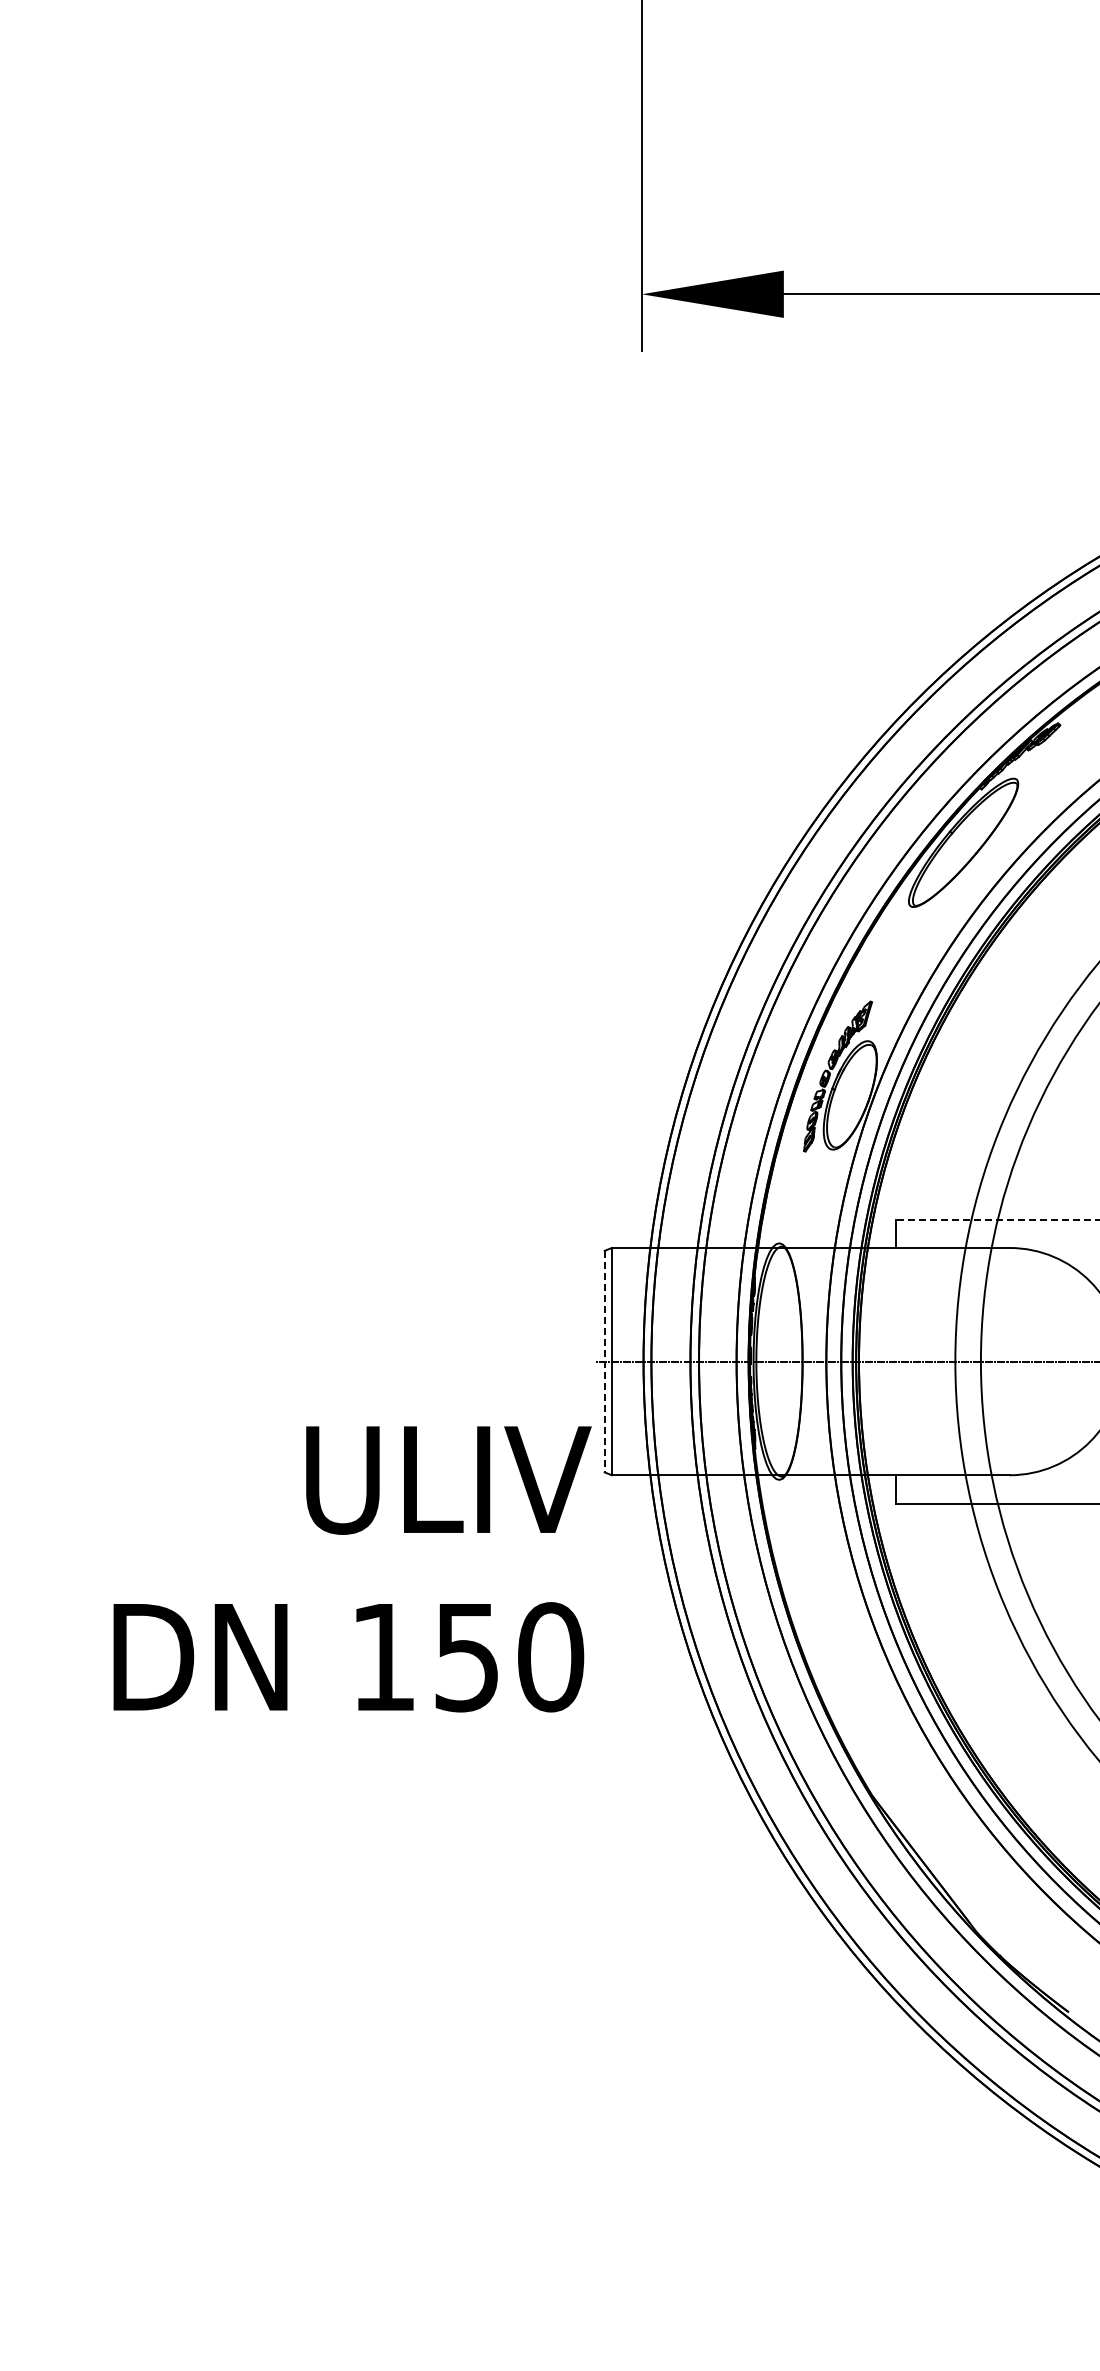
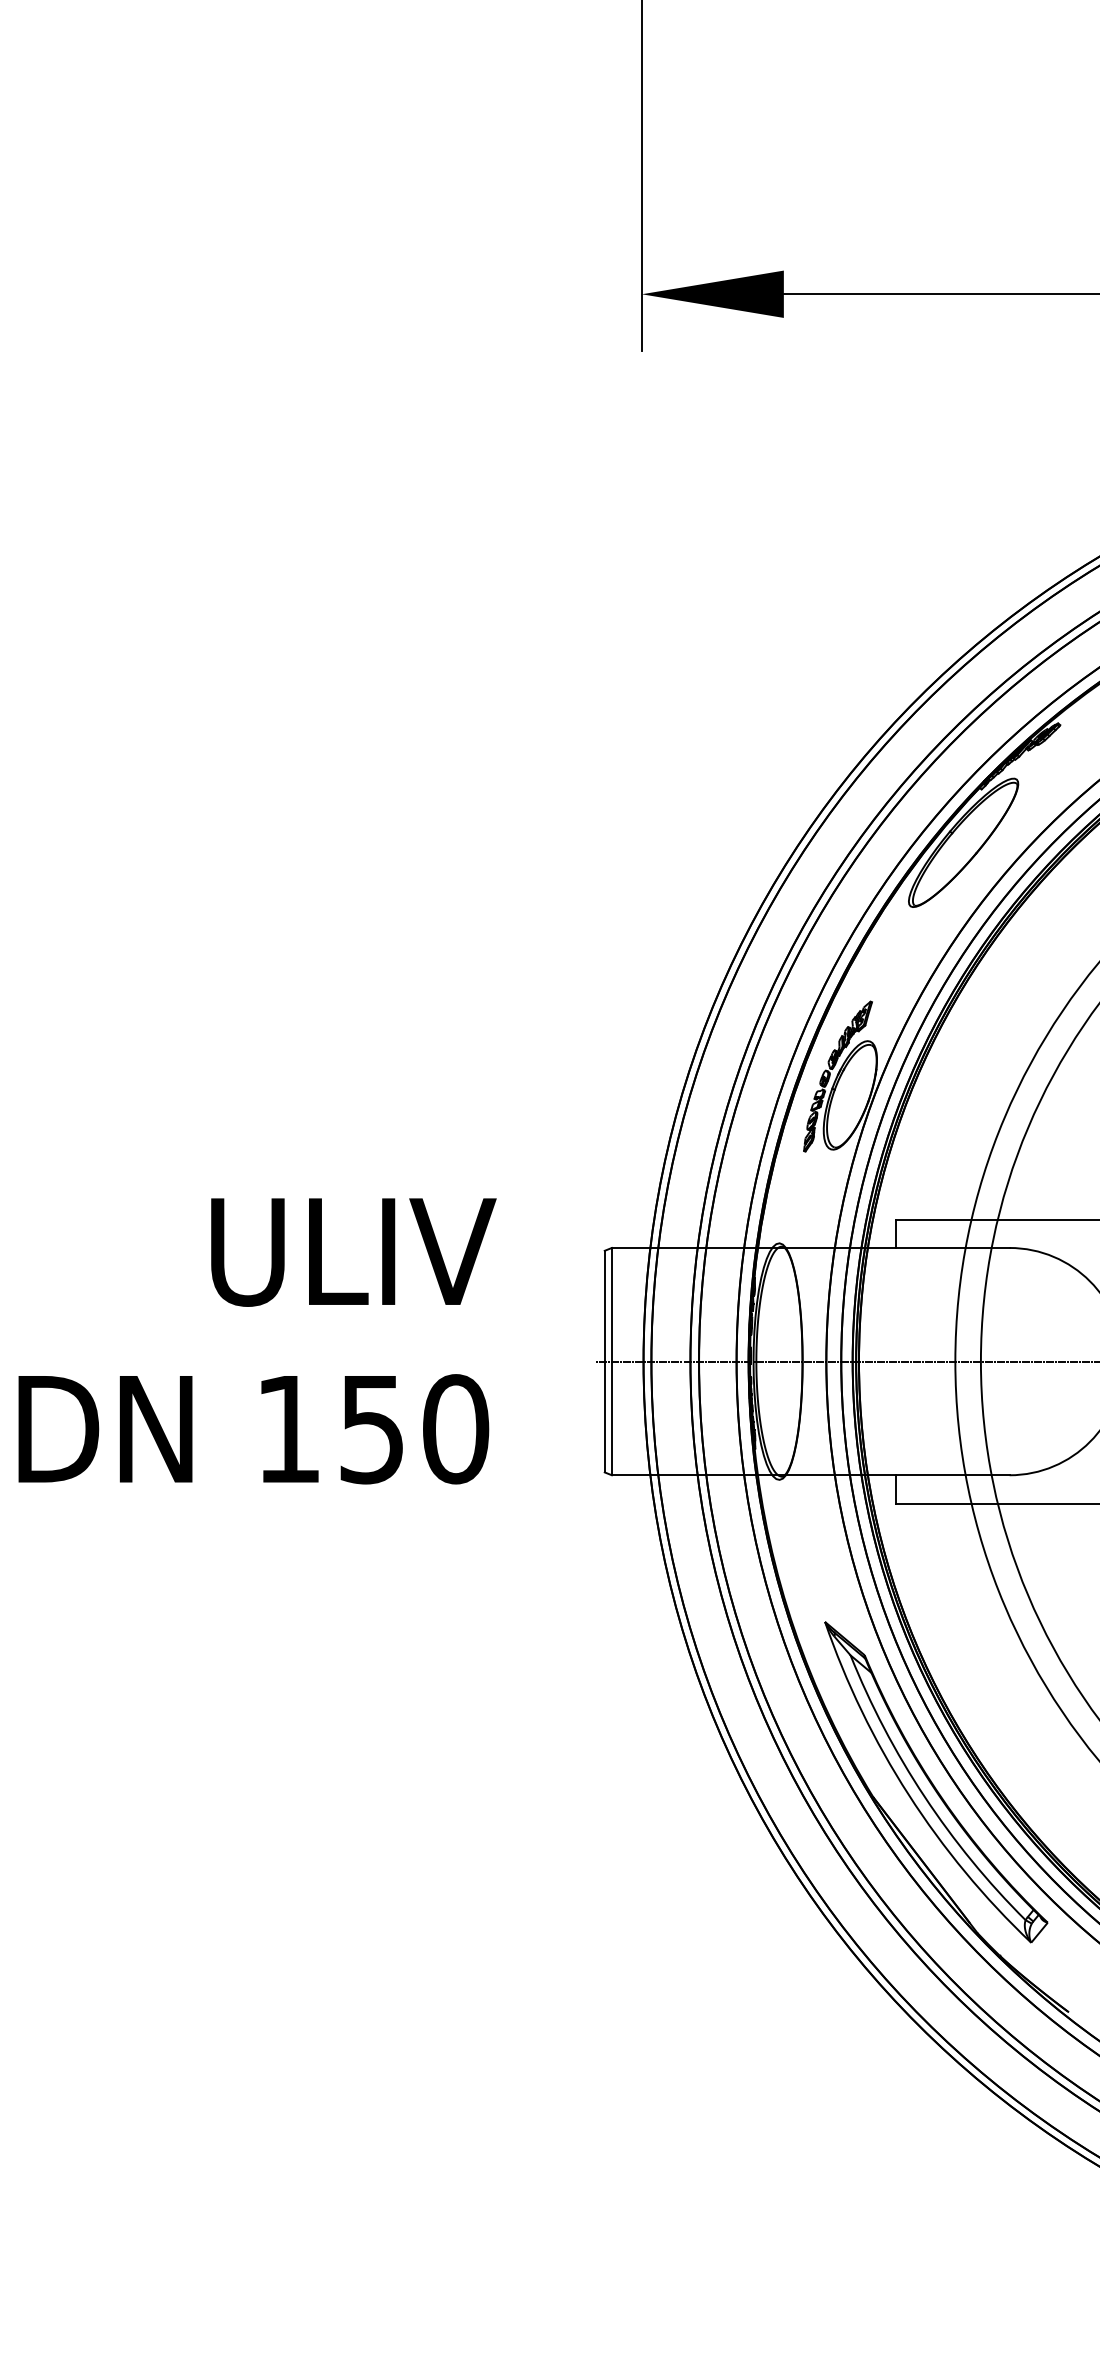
line at (997, 1219): dashed -> solid
line at (604, 1361): dashed -> solid
text at (352, 1569) position: (352, 1569) -> (257, 1341)
part at (936, 1782): none -> present
